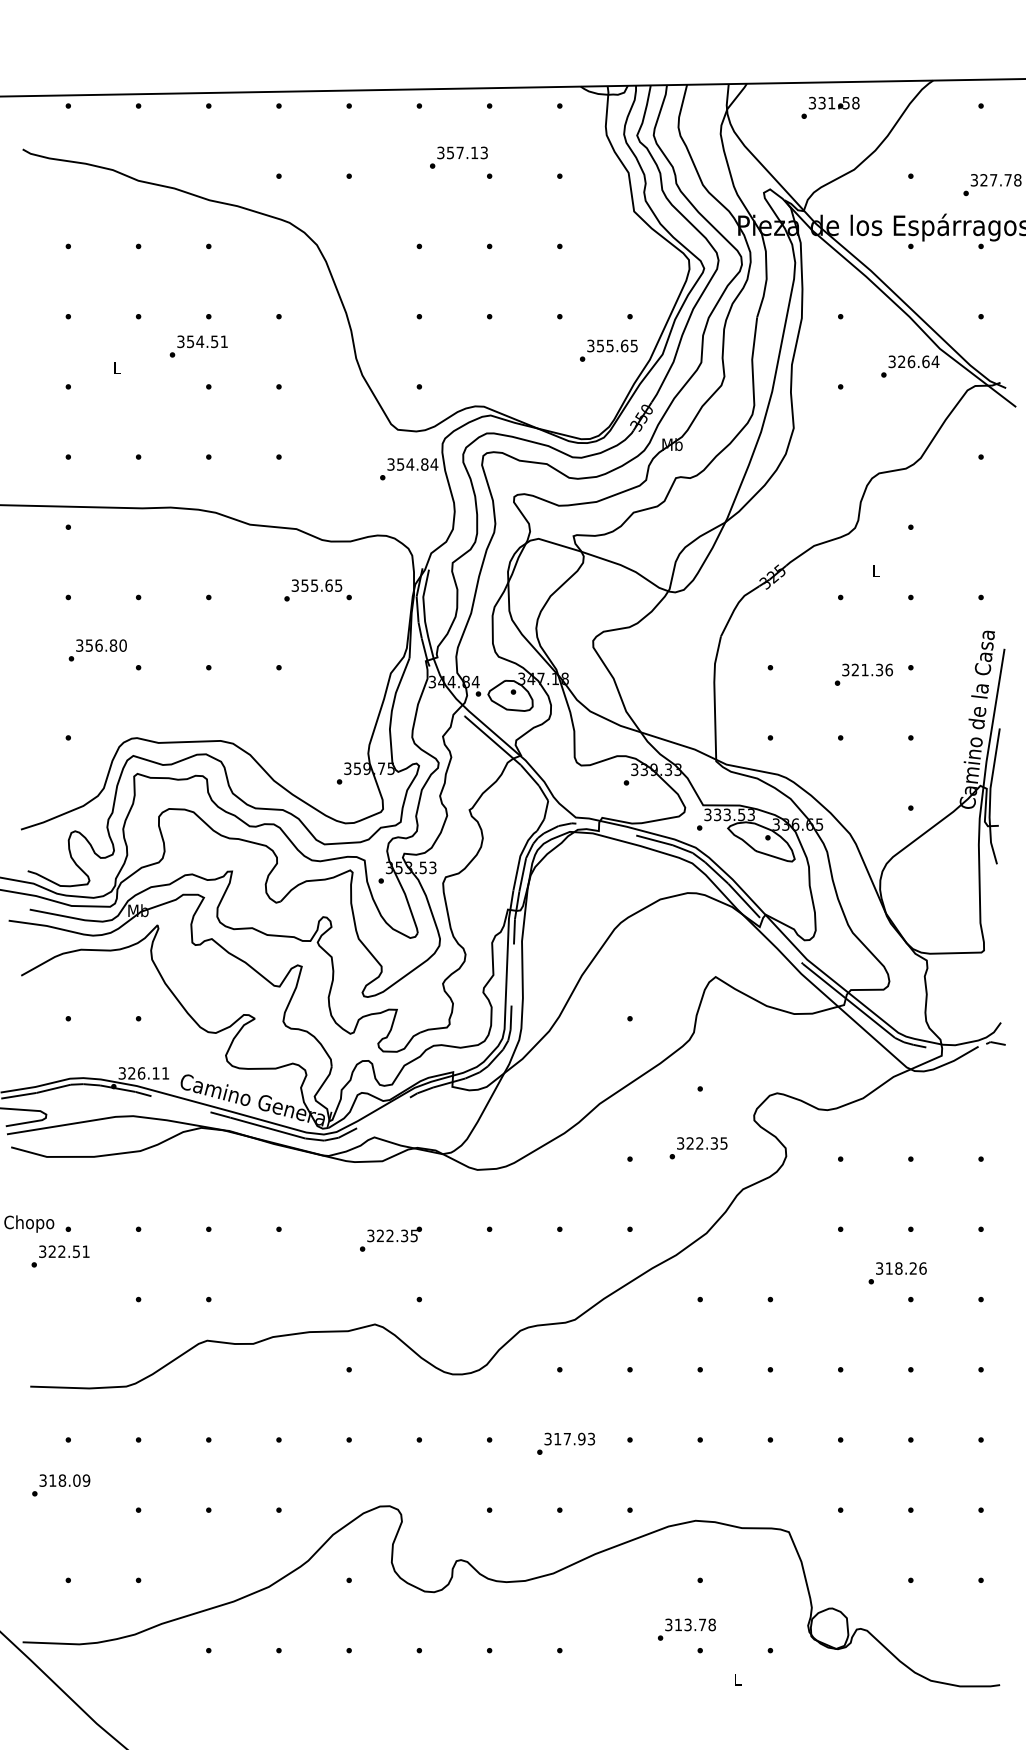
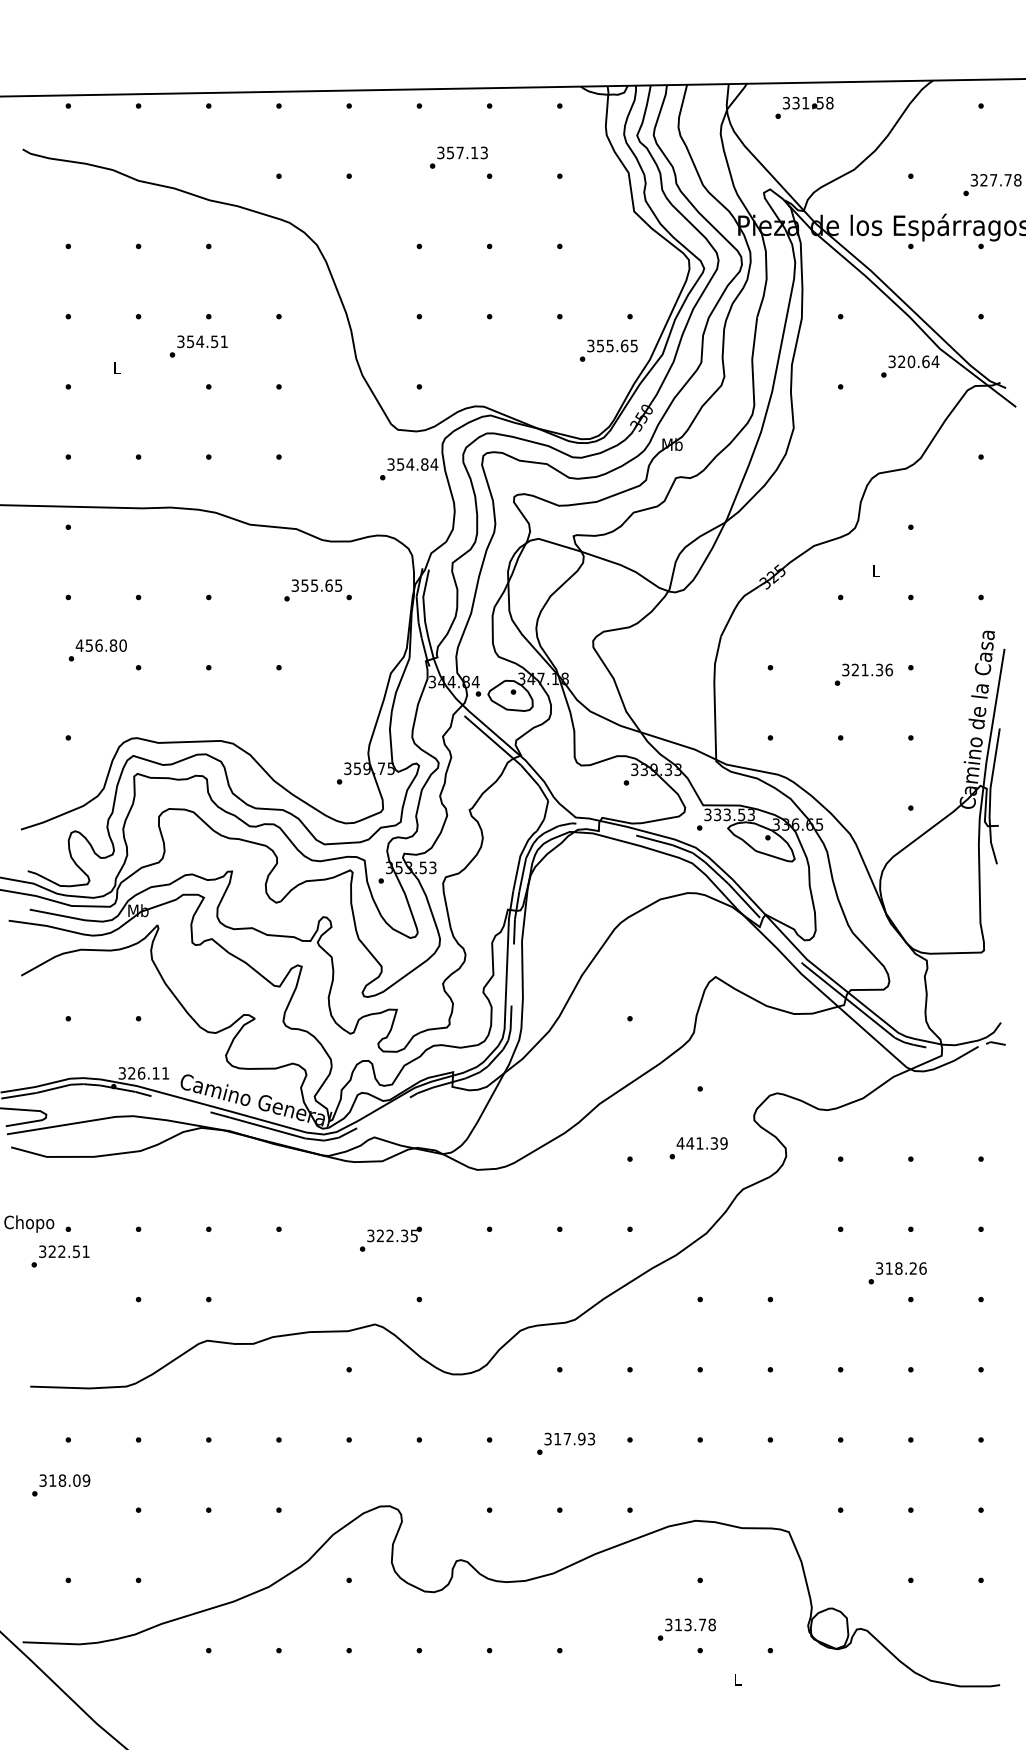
text at (830, 107) position: (830, 107) -> (804, 107)
text at (911, 361): 326.64 -> 320.64
text at (79, 645): 356.80 -> 456.80
text at (701, 1143): 322.35 -> 441.39
